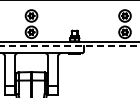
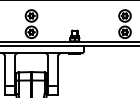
line at (69, 46): dashed -> solid
